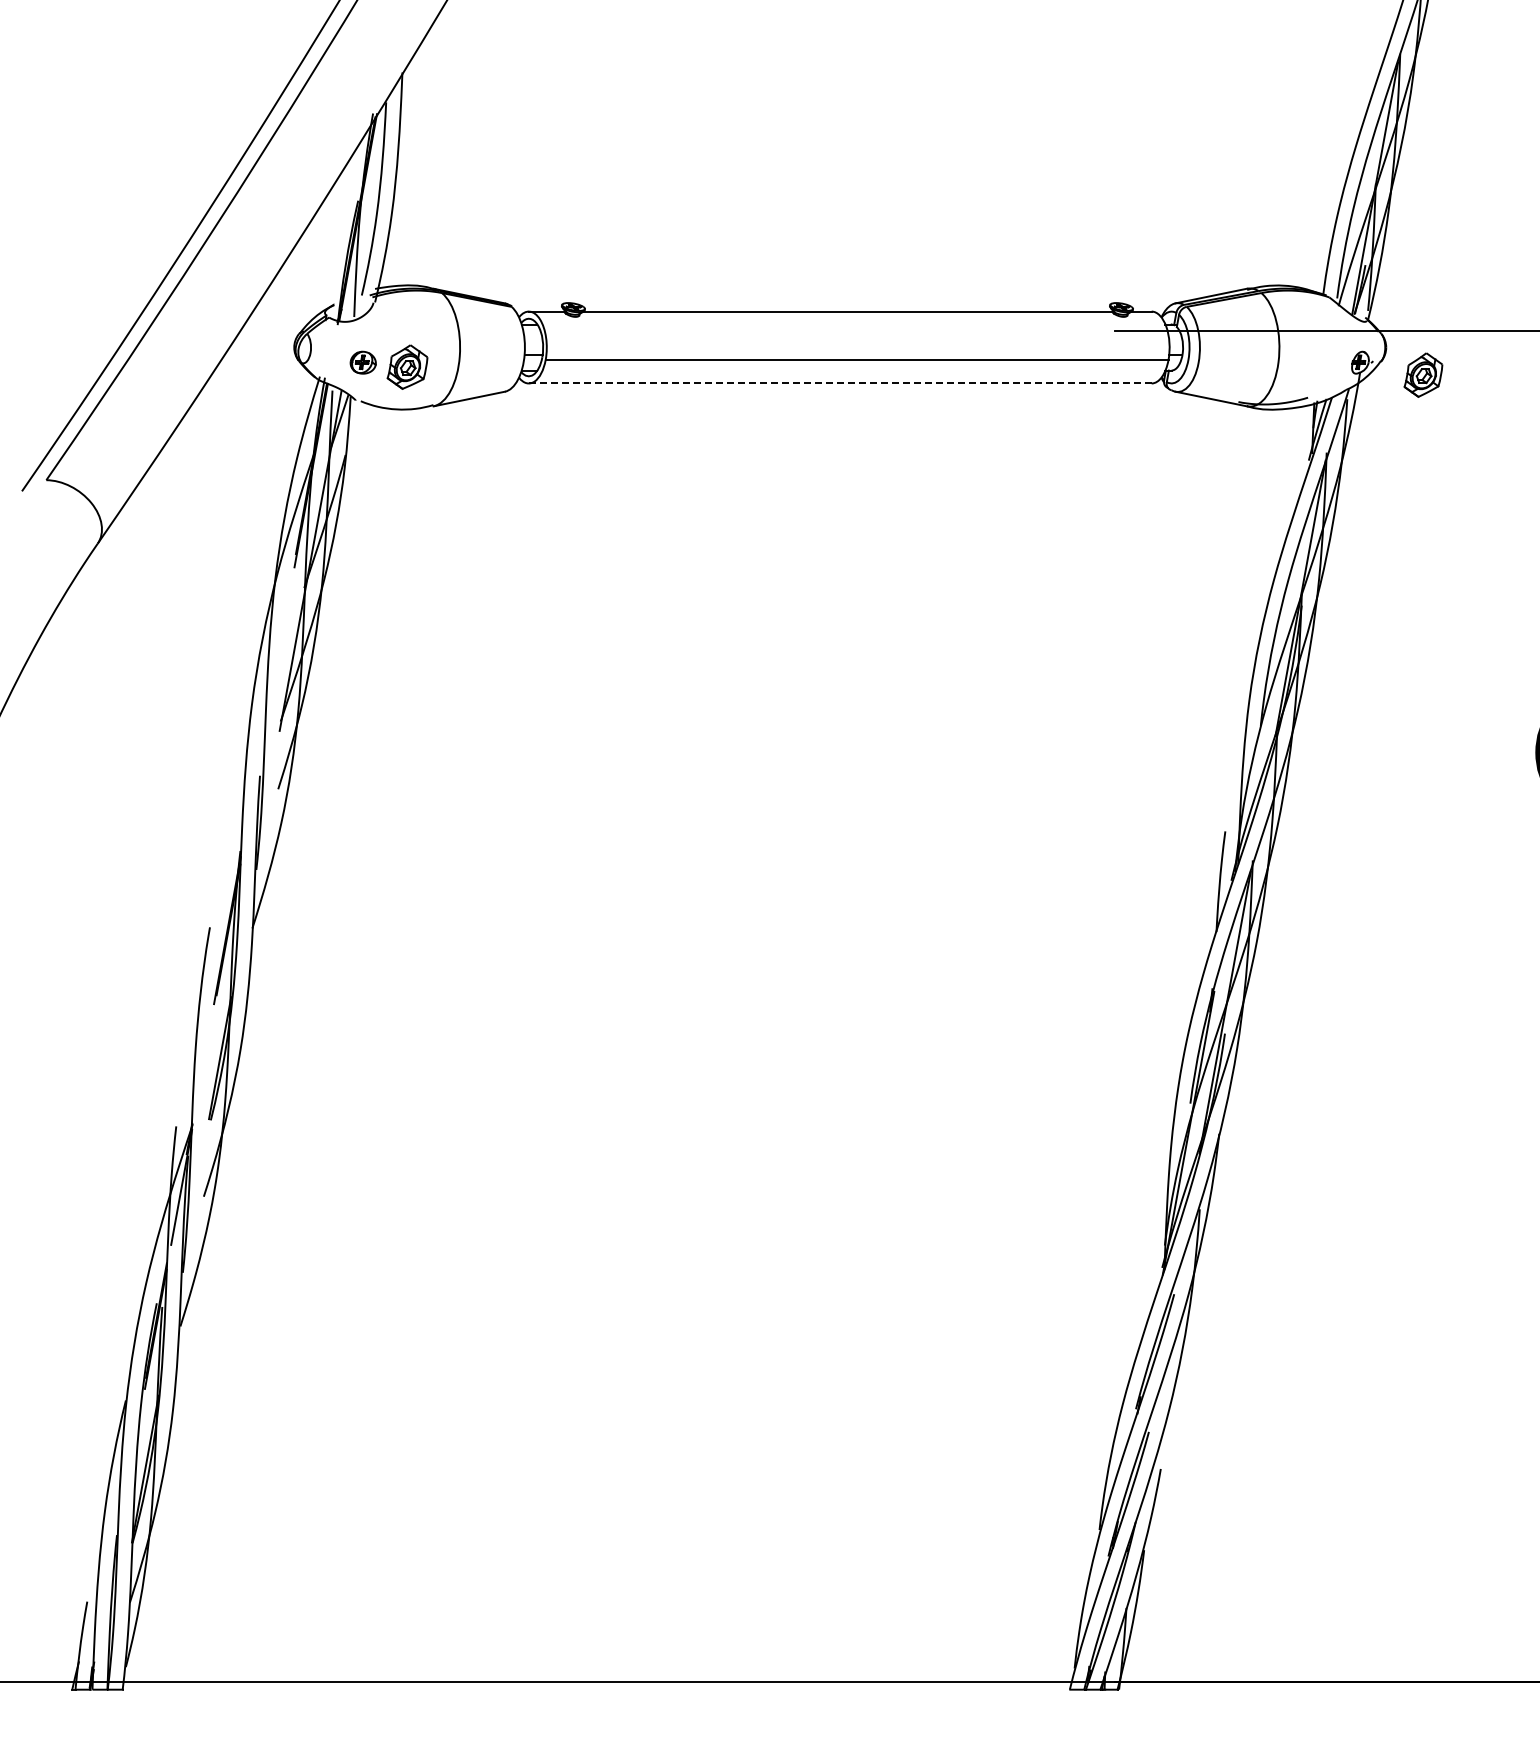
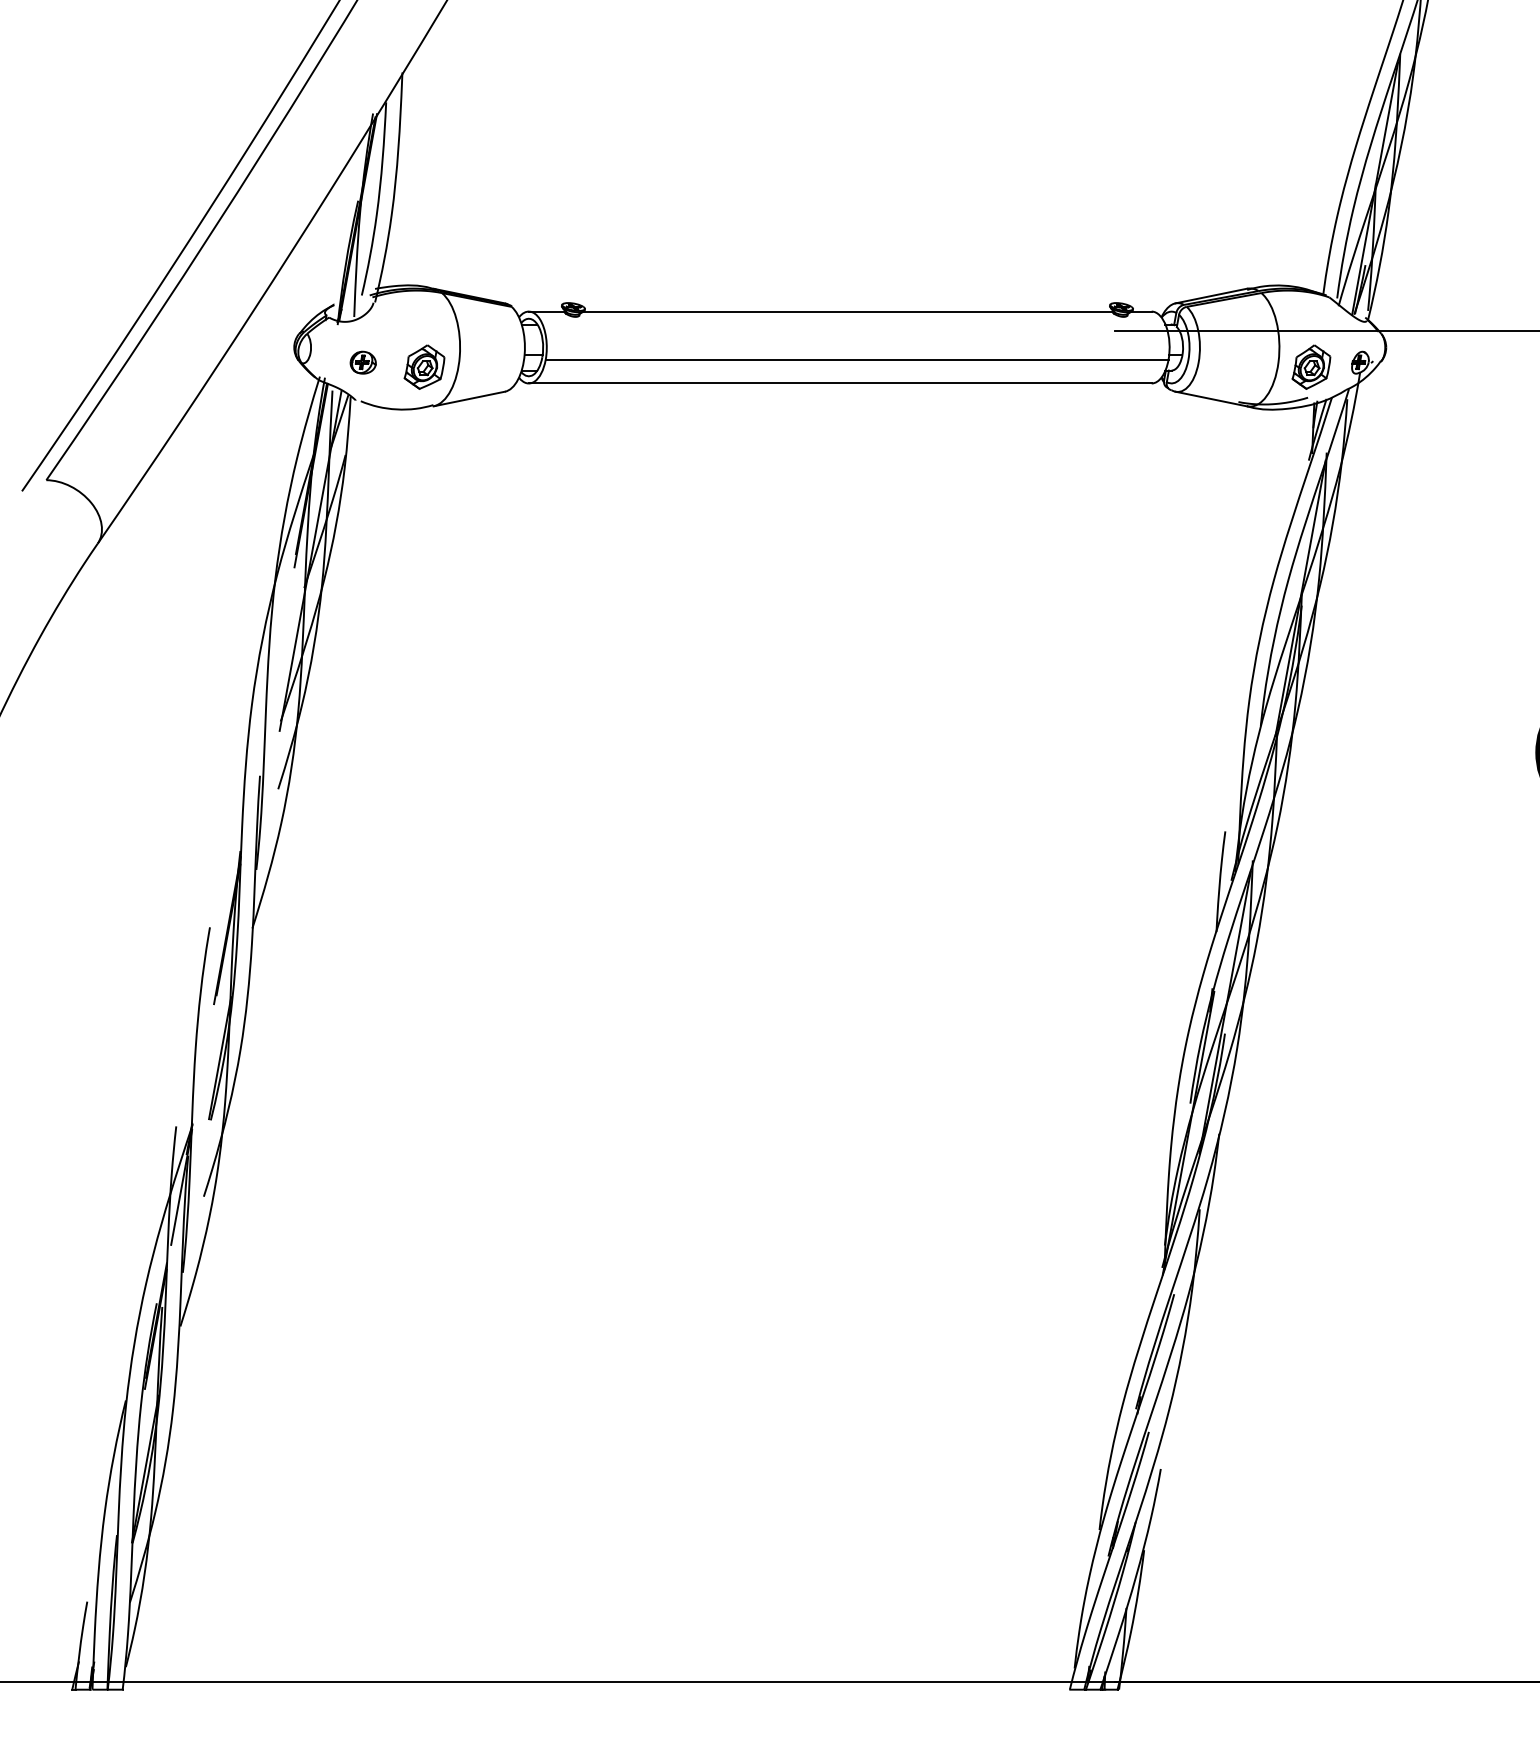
part at (407, 366) position: (407, 366) -> (424, 366)
part at (1423, 374) position: (1423, 374) -> (1311, 366)
line at (840, 383): dashed -> solid
